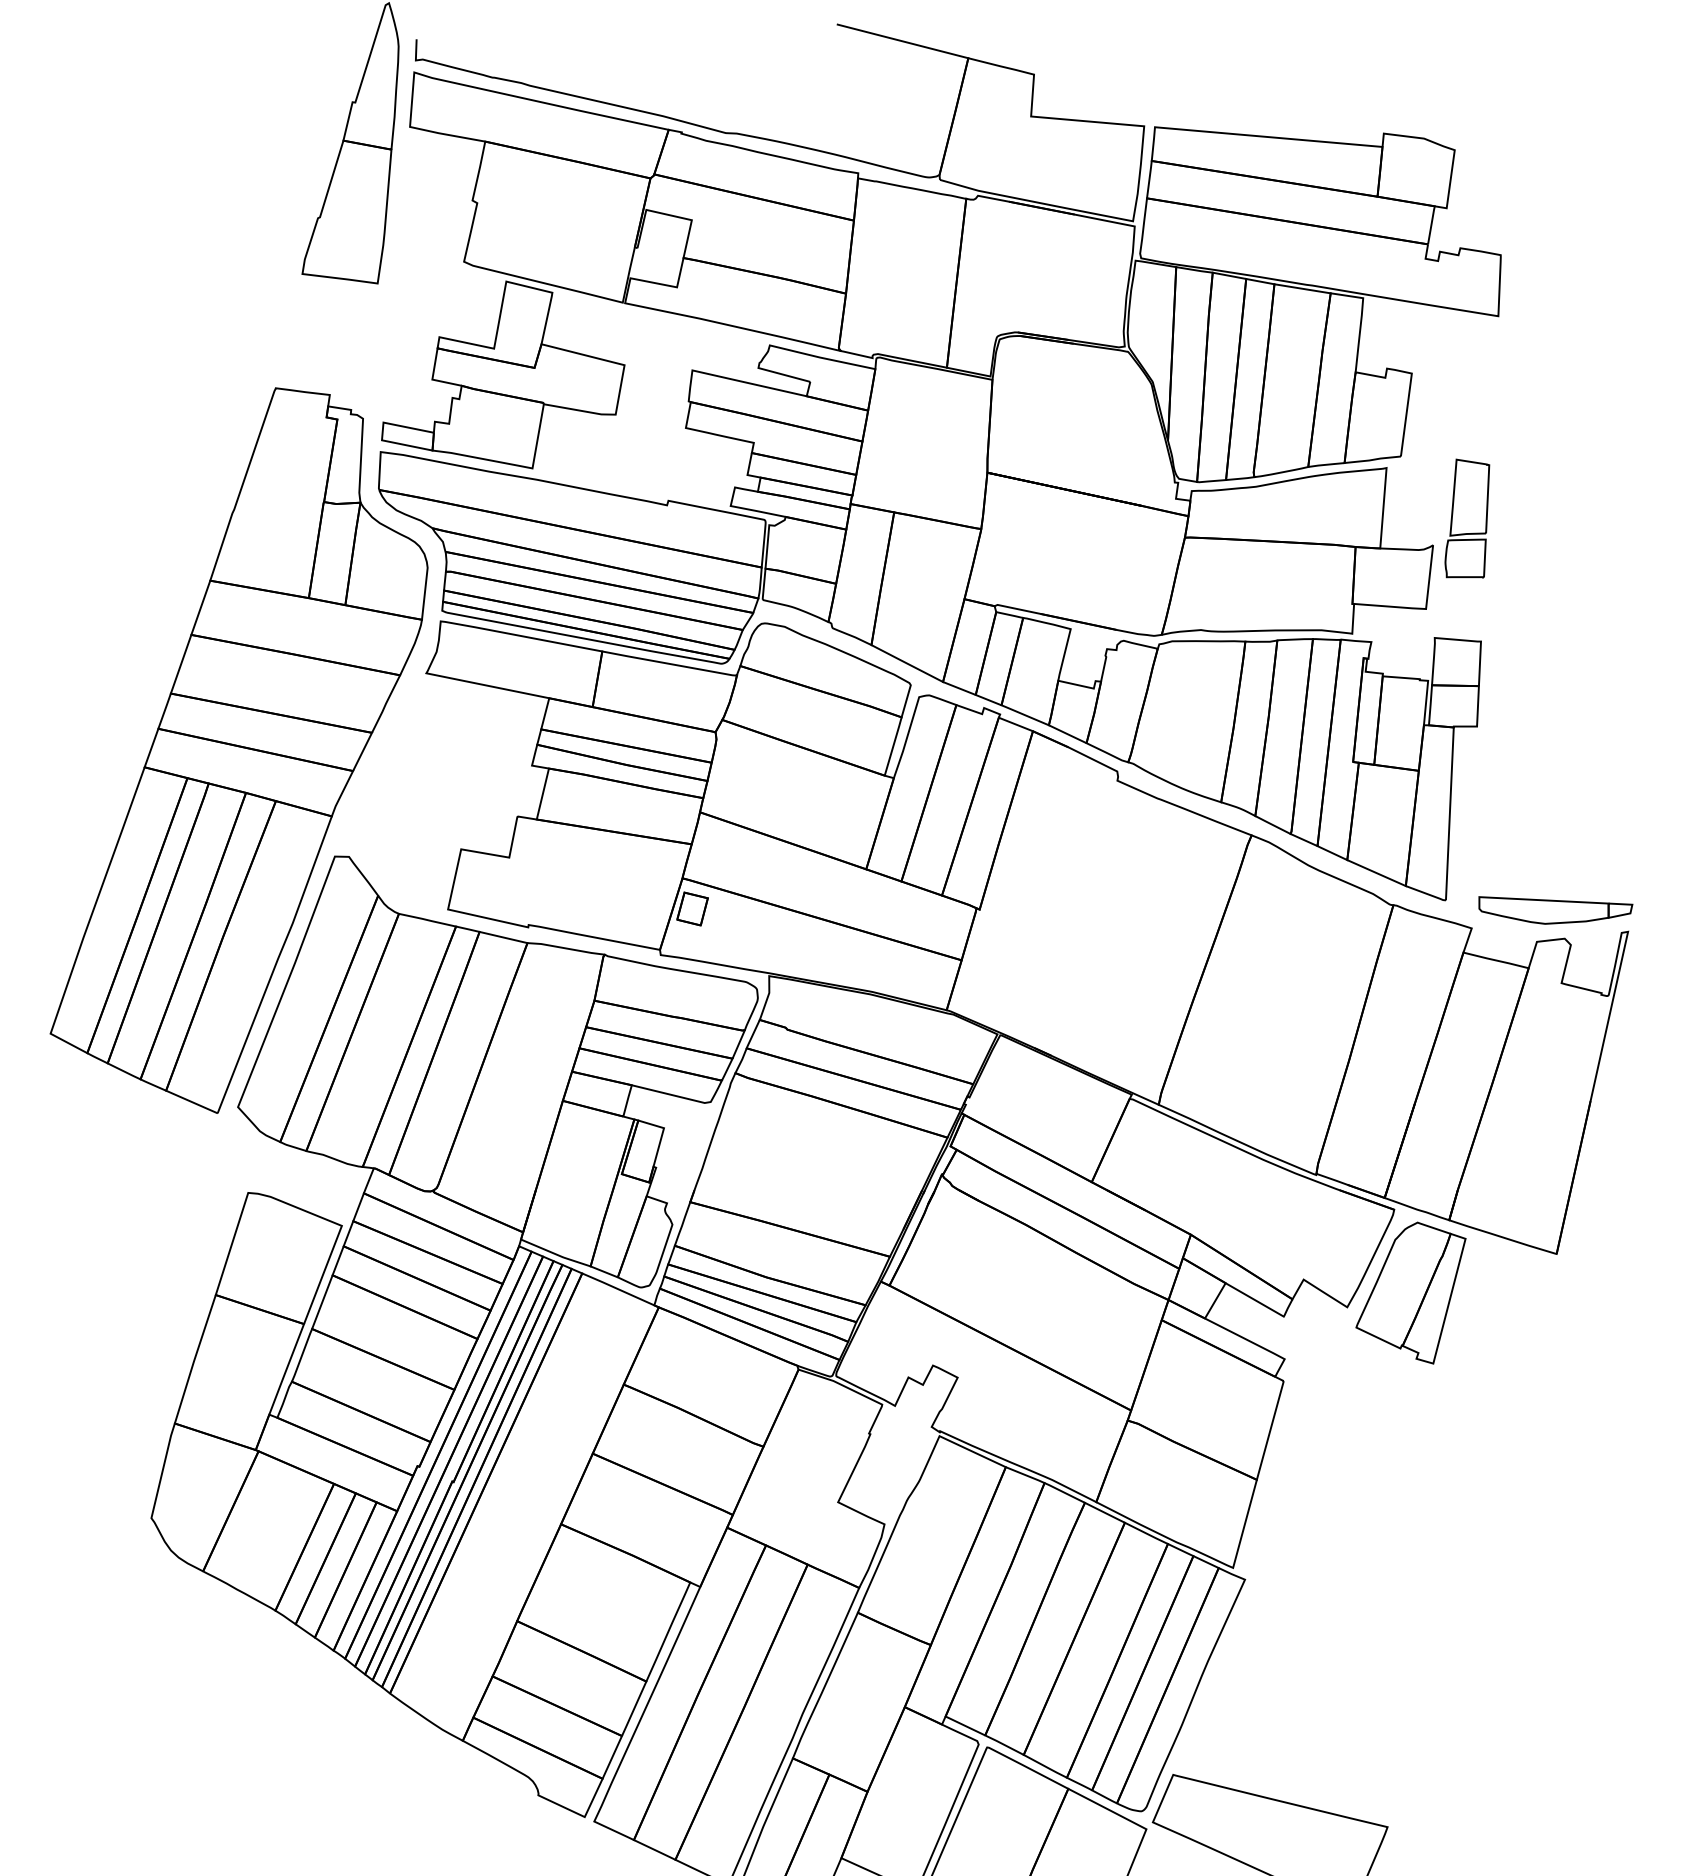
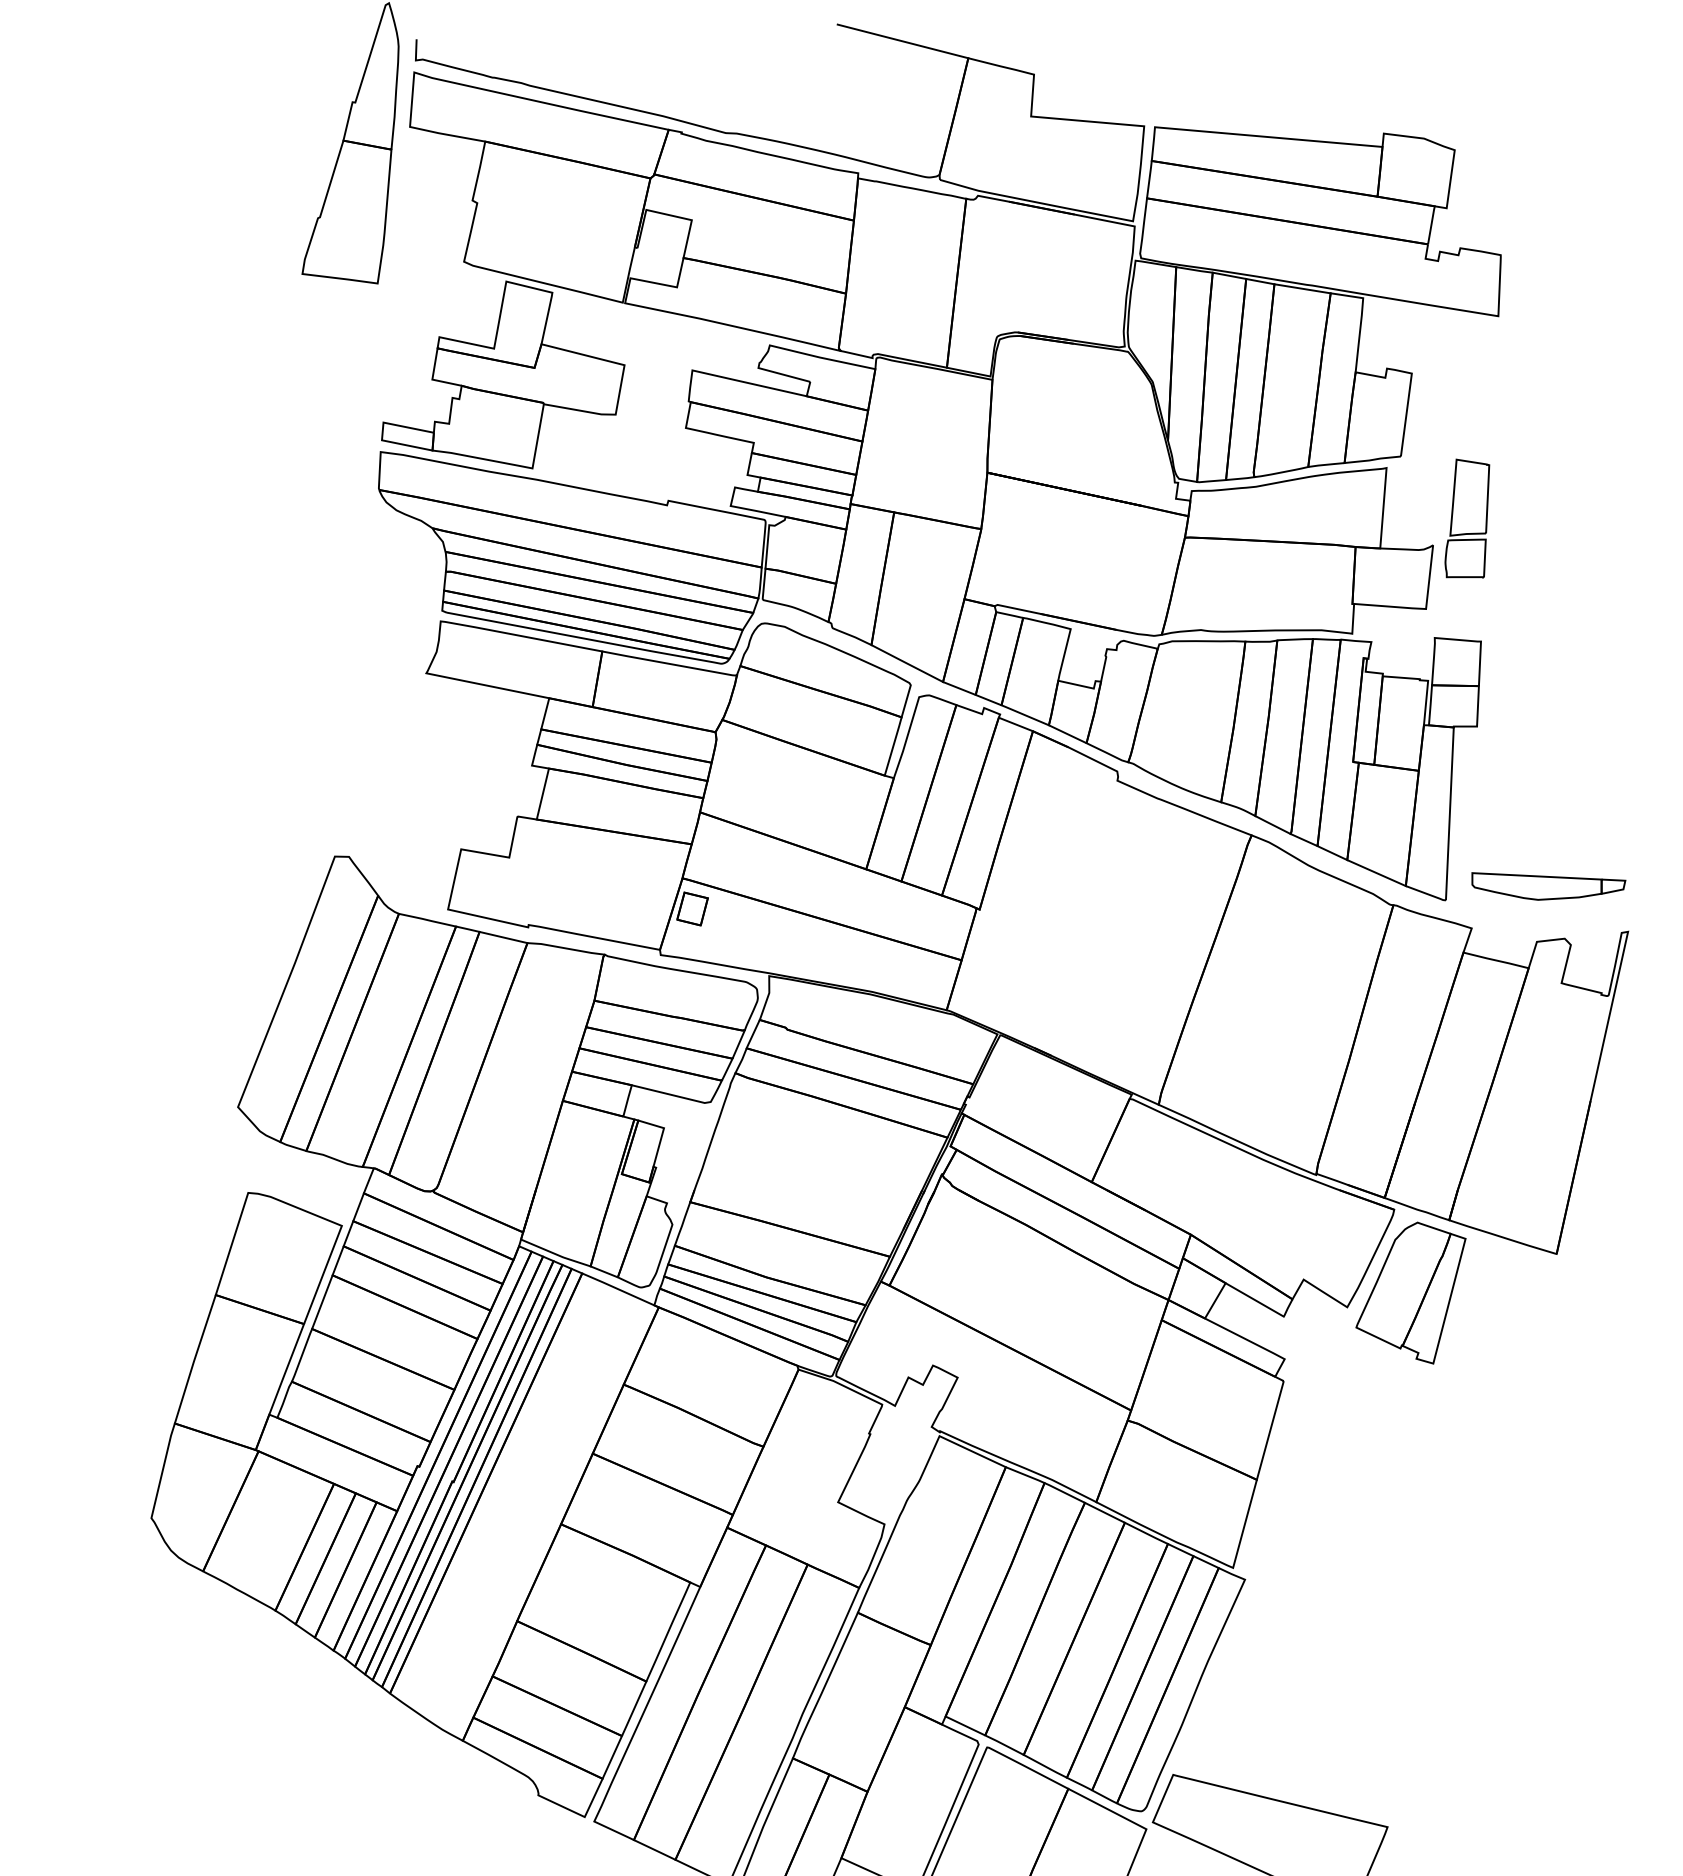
part at (238, 750): present -> none
part at (1555, 910) position: (1555, 910) -> (1548, 886)
